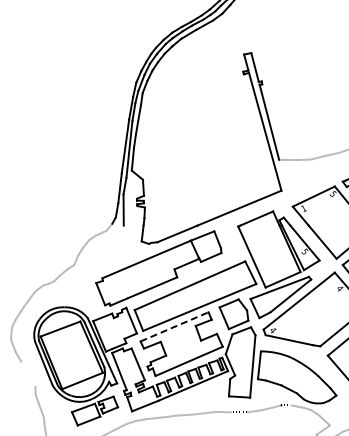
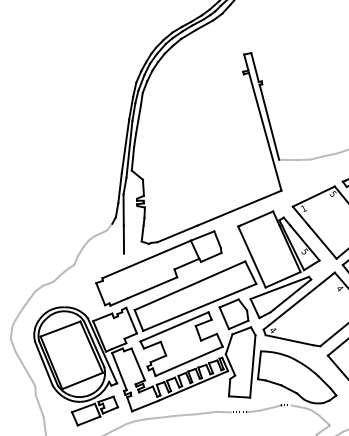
line at (123, 239): none -> present
line at (175, 326): dashed -> solid
line at (28, 374): none -> present
